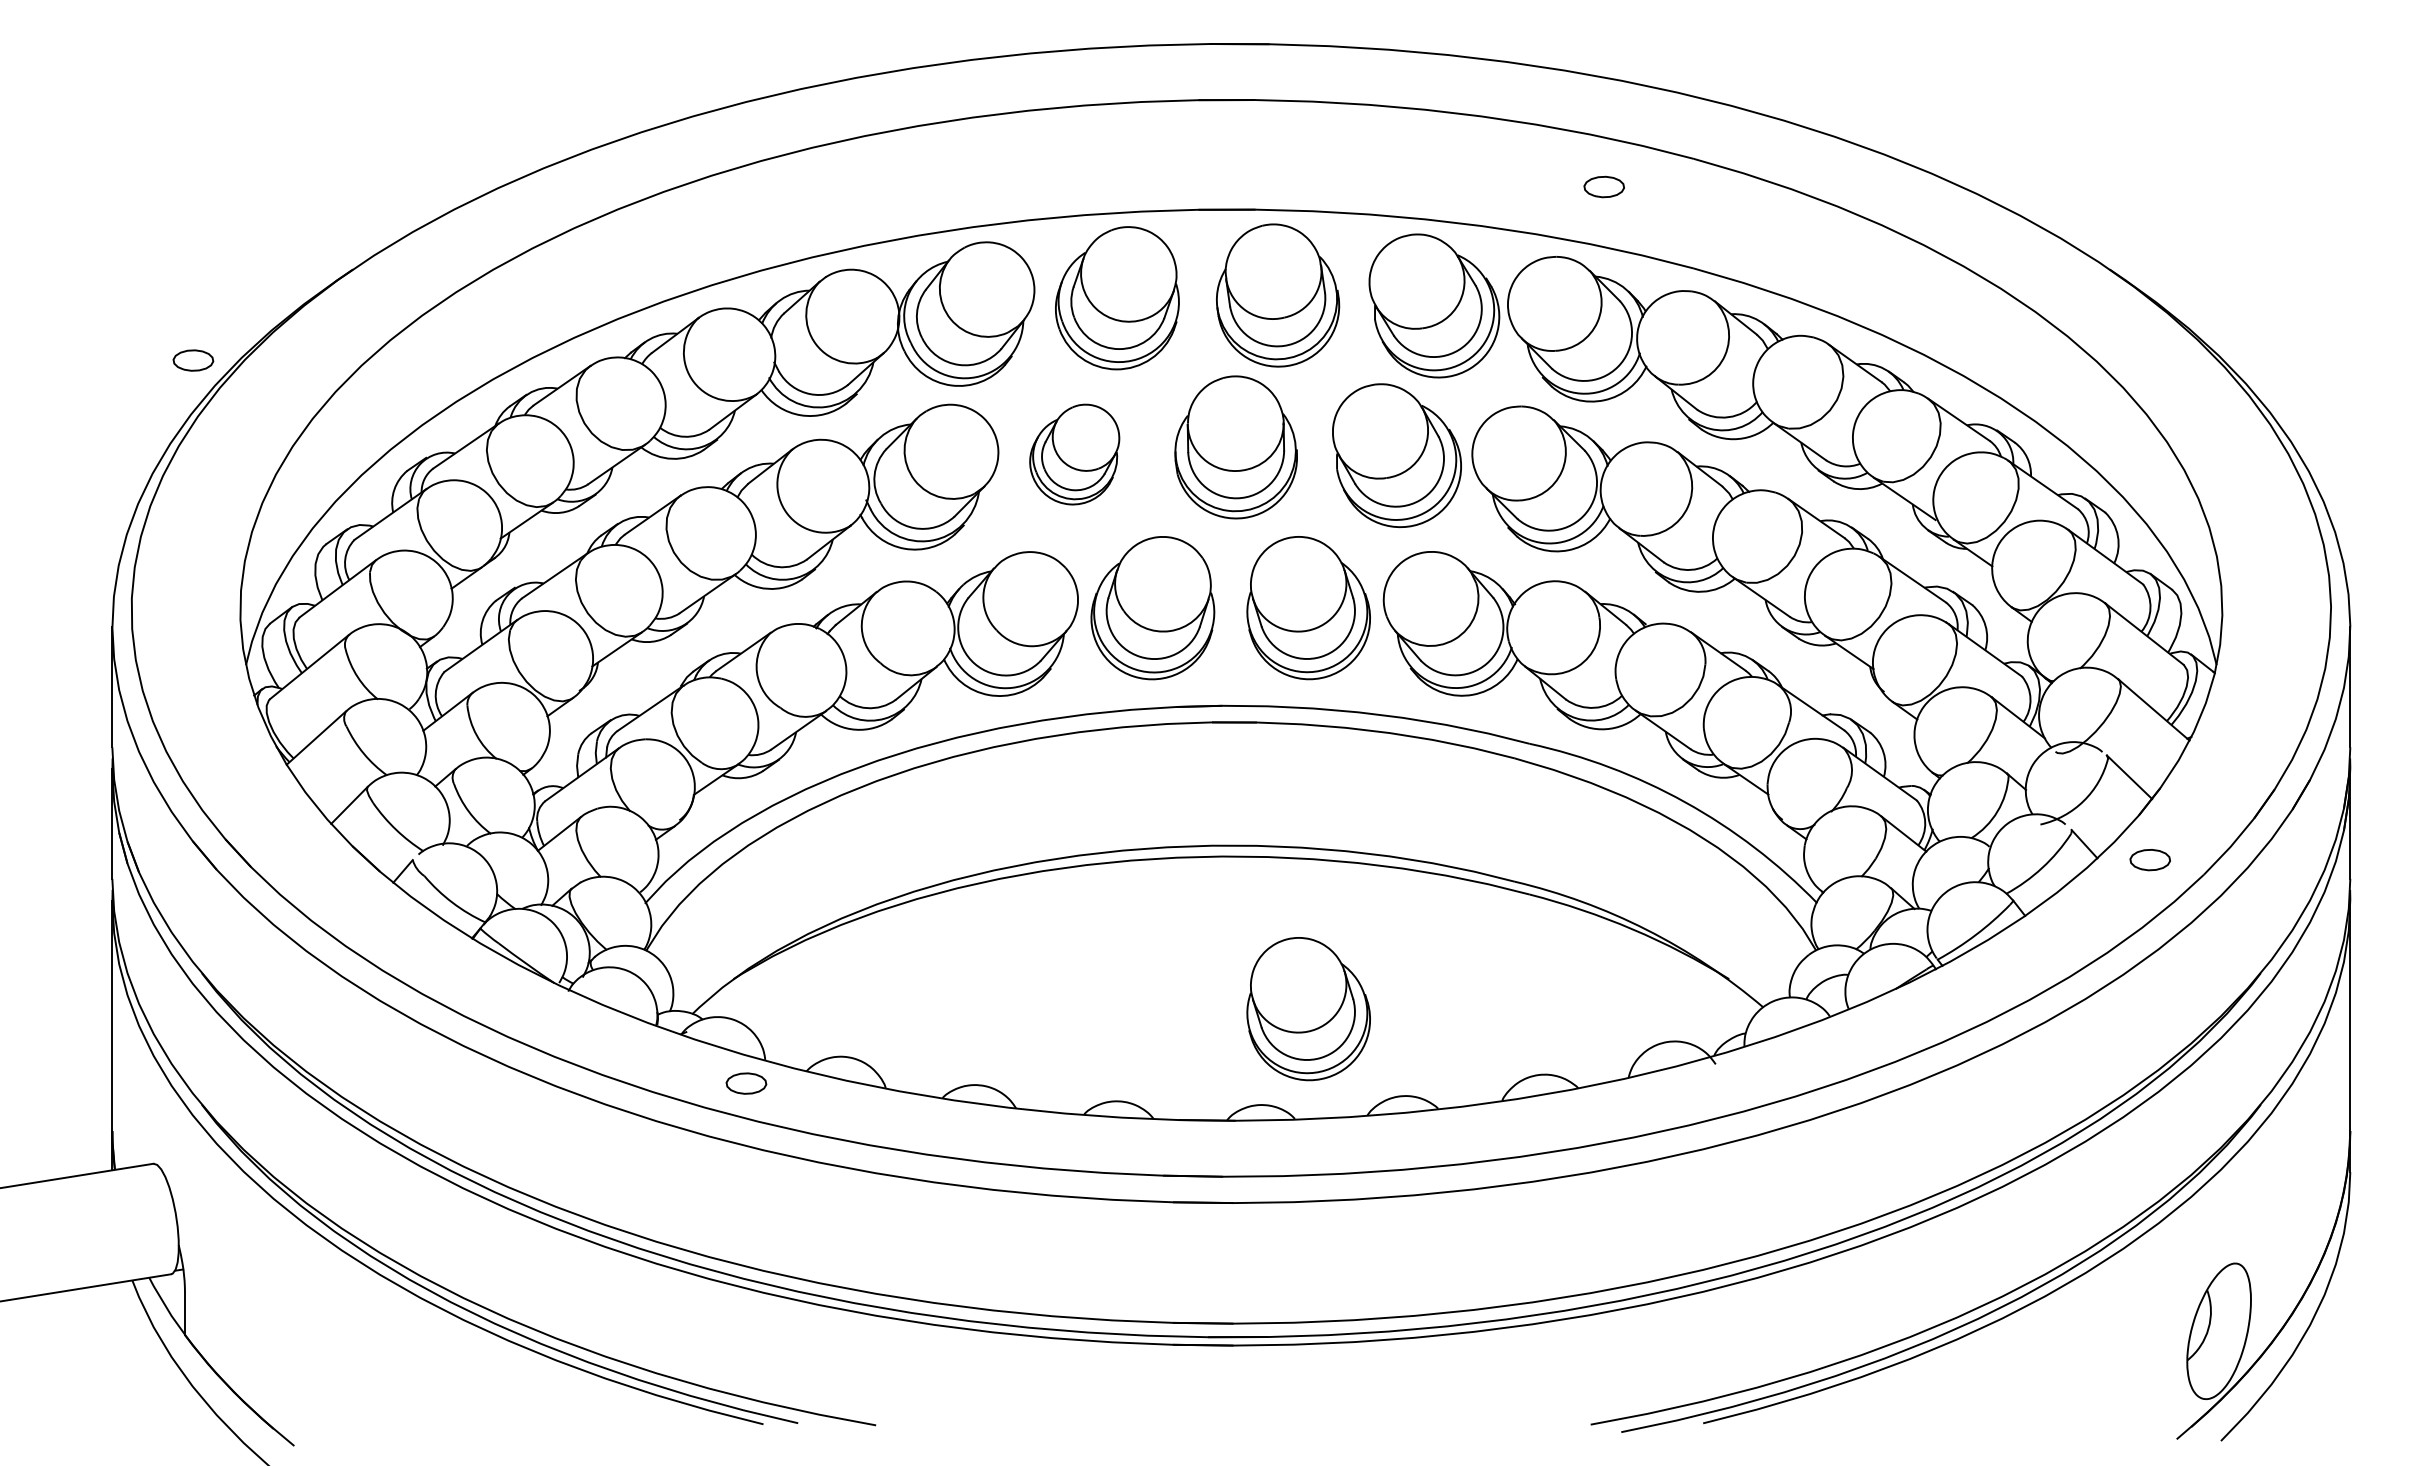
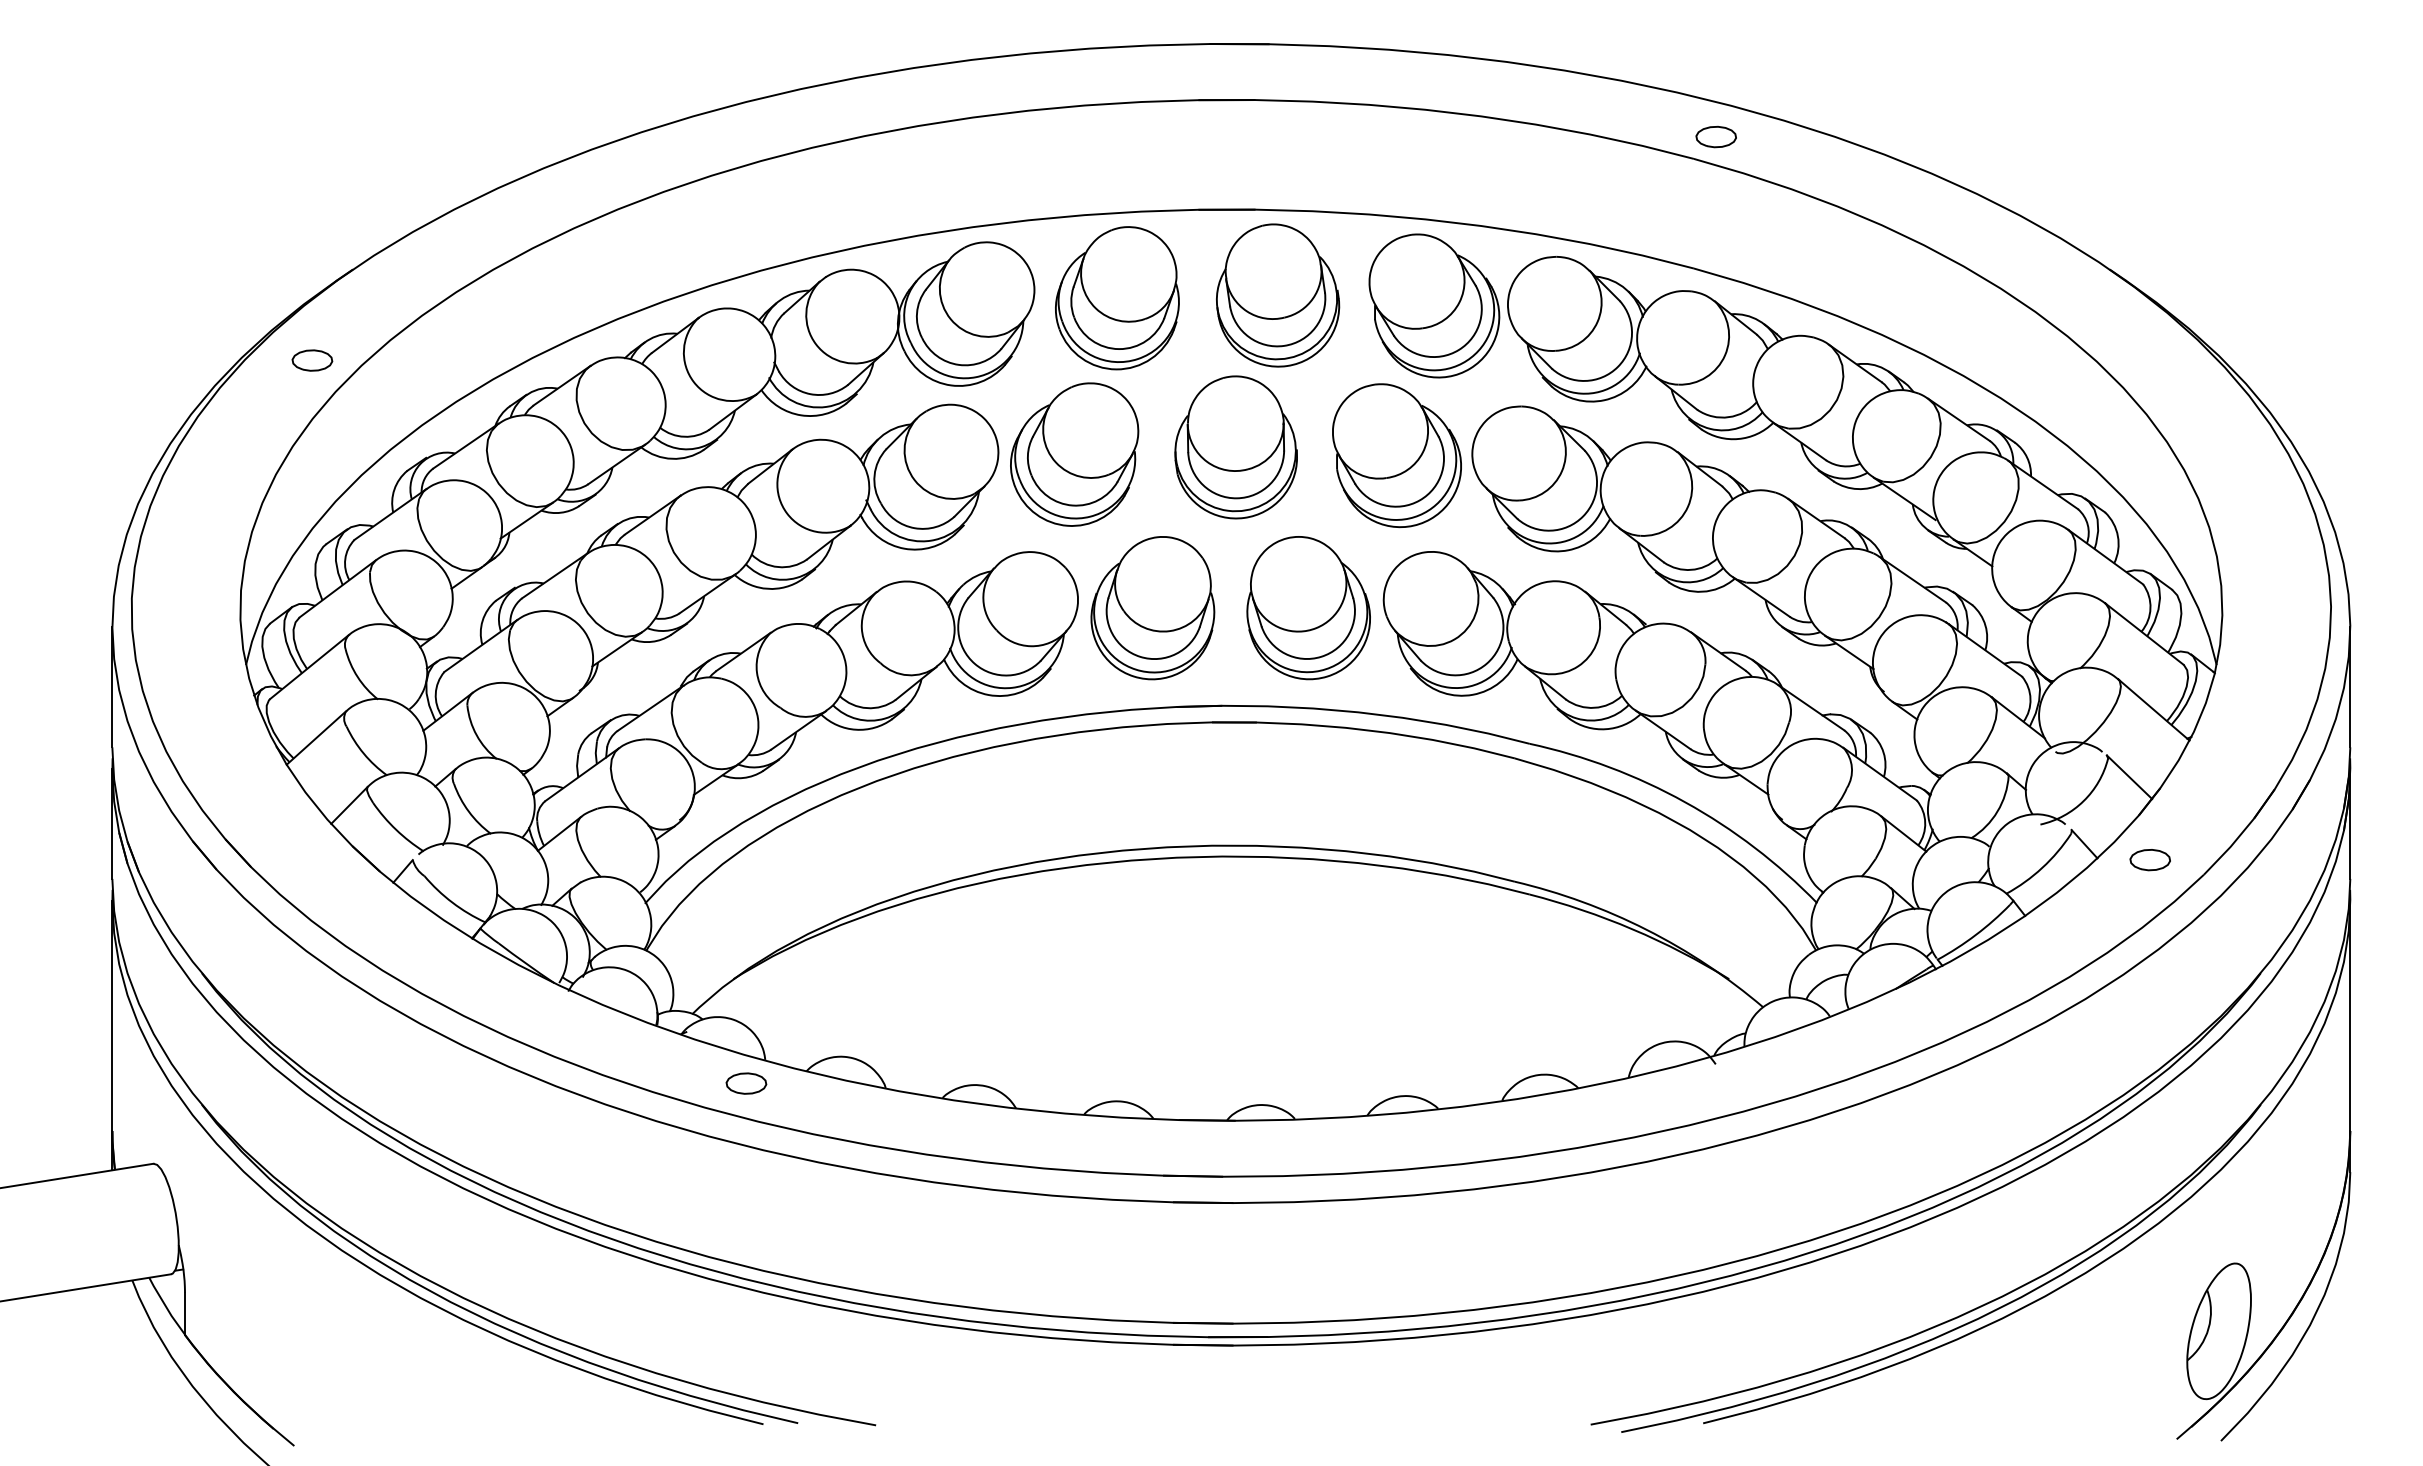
part at (1603, 186) position: (1603, 186) -> (1715, 136)
part at (193, 360) position: (193, 360) -> (312, 360)
part at (1074, 454) size: 92x103 px -> 130x145 px
part at (1308, 1009): present -> none
